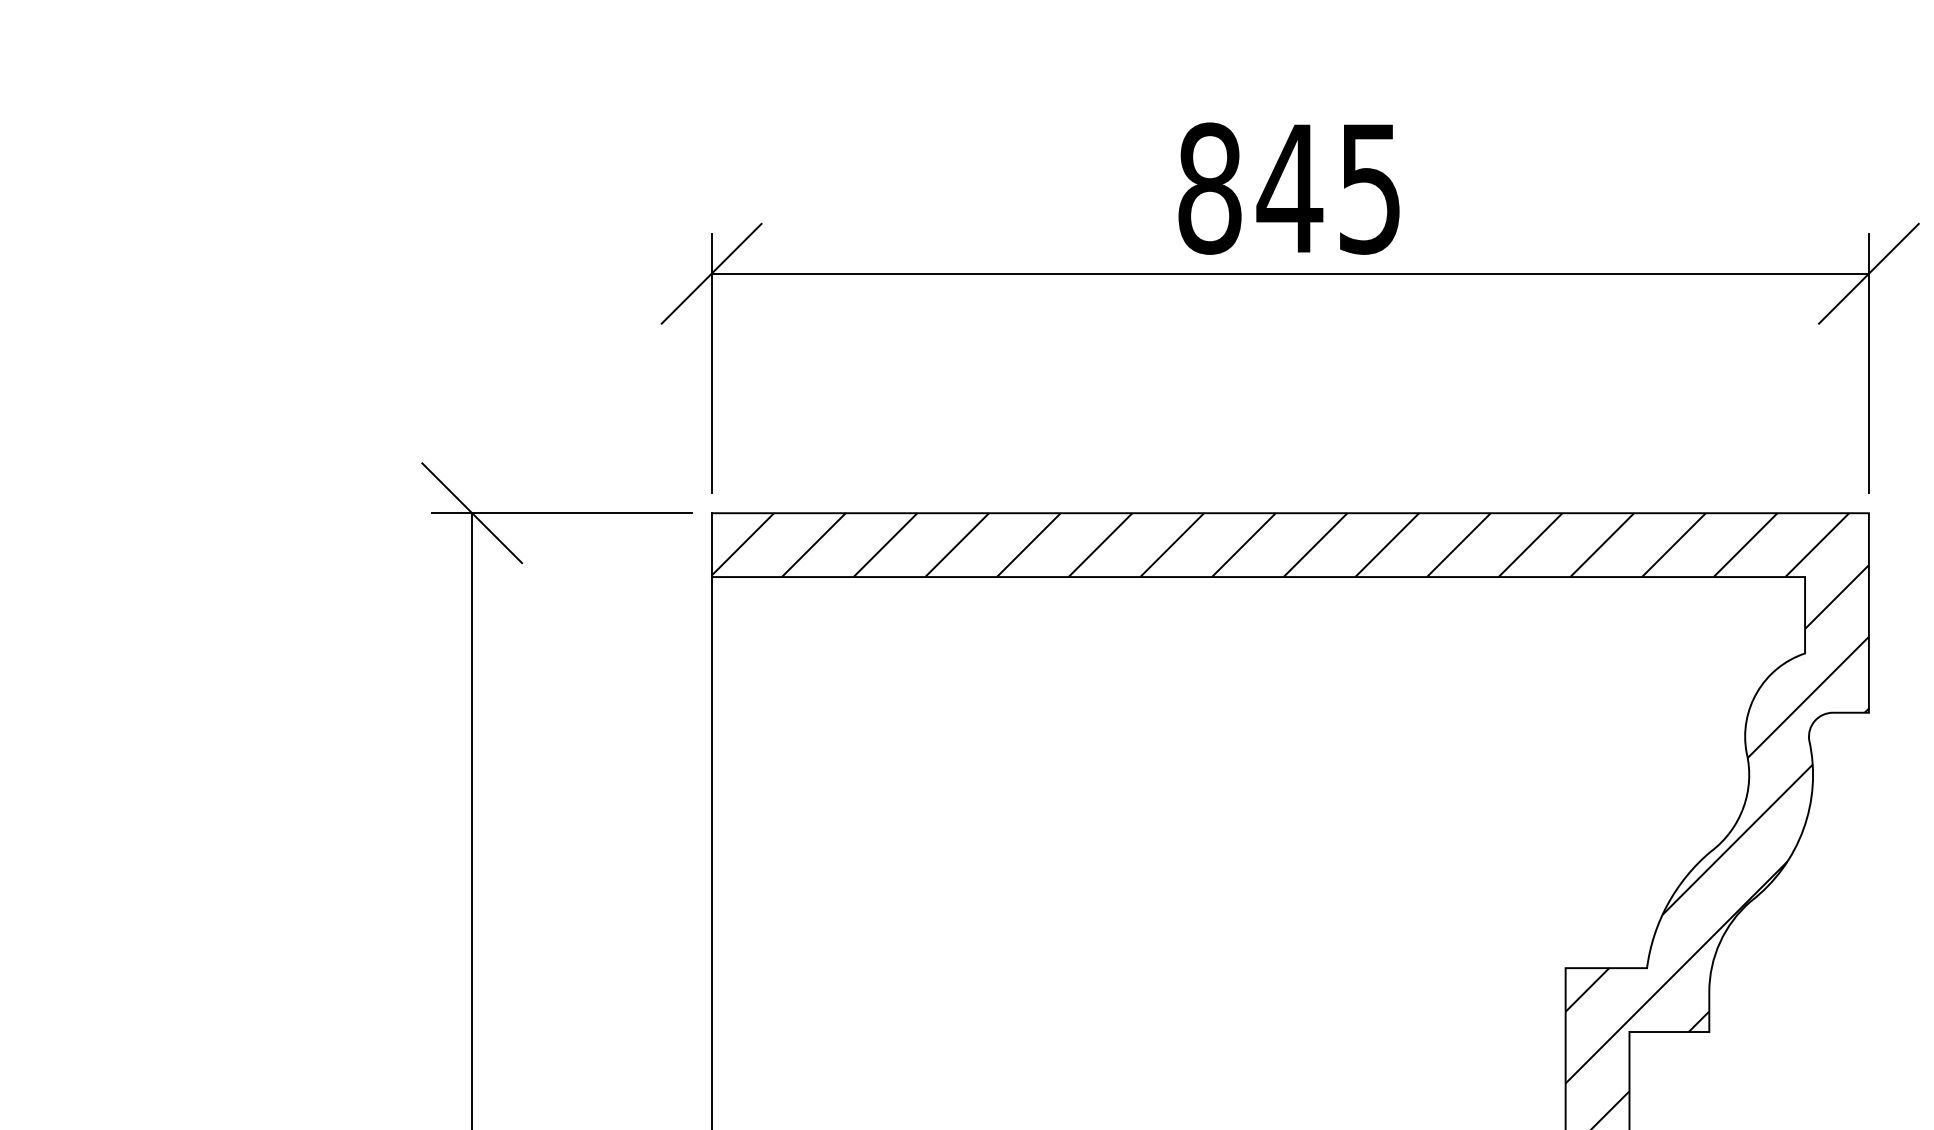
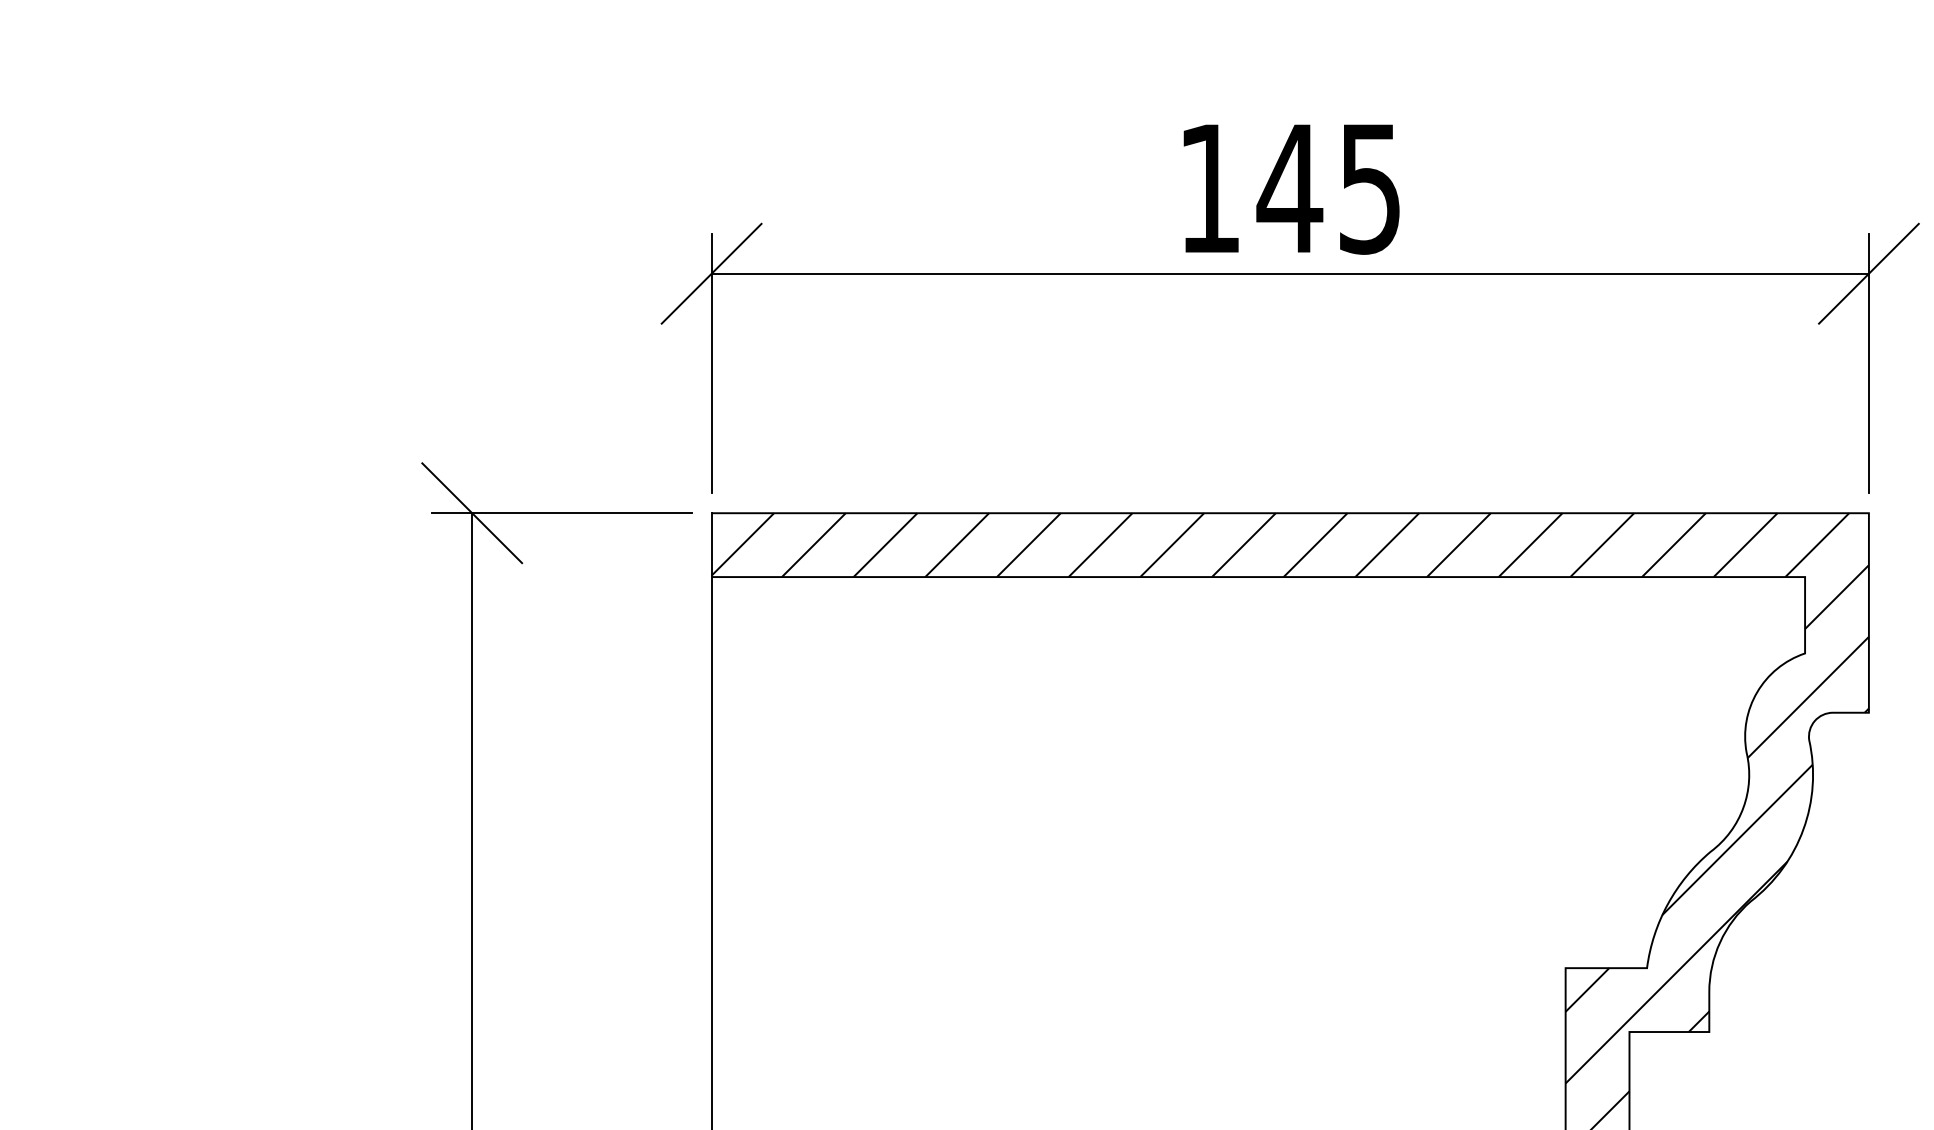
text at (1209, 188): 845 -> 145
